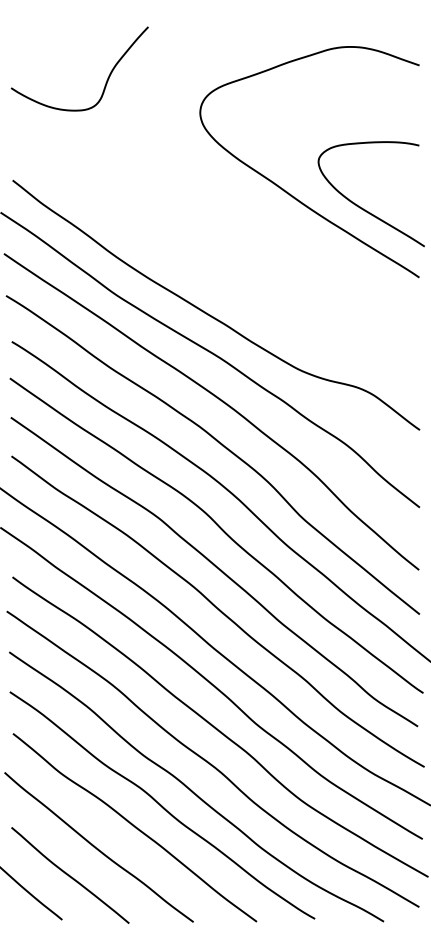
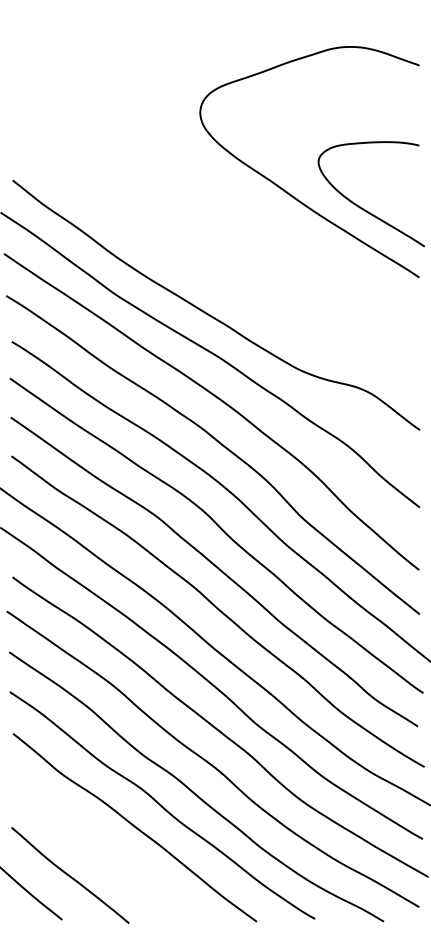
curve at (107, 77): present -> none
curve at (97, 847): present -> none
